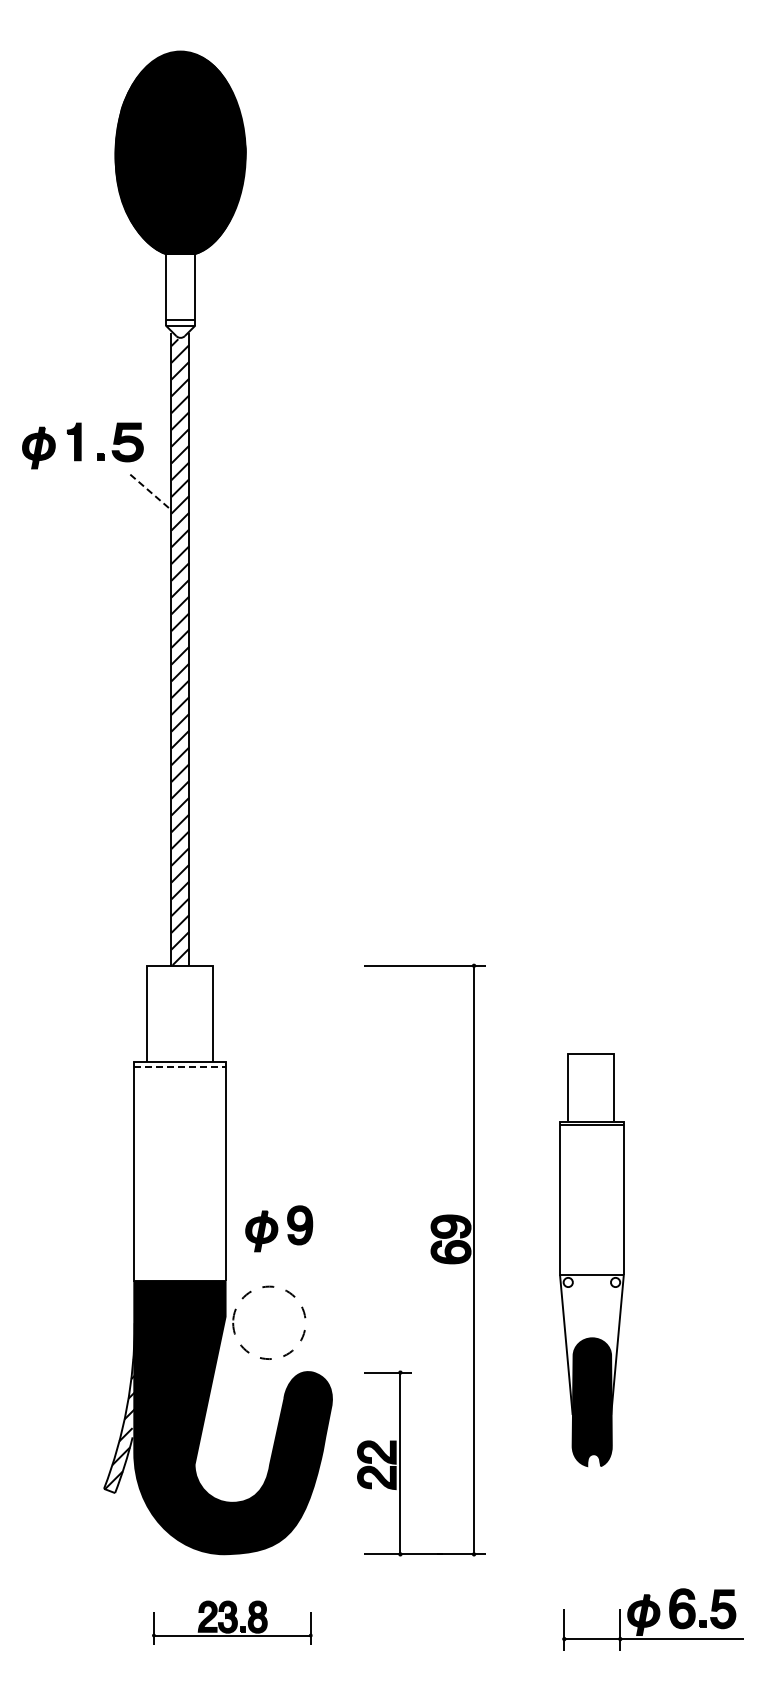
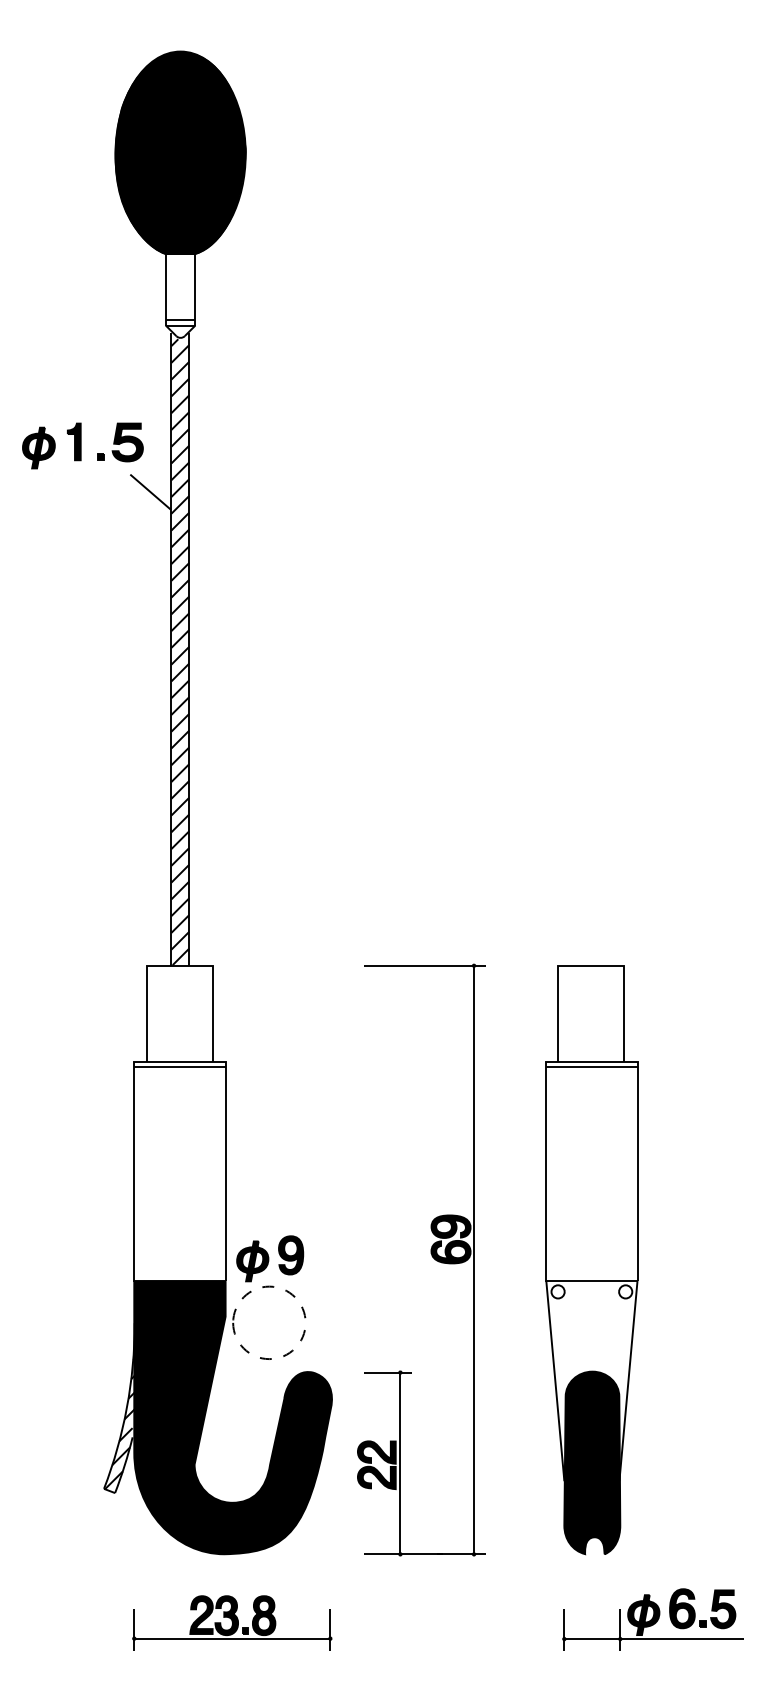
line at (150, 492): dashed -> solid
line at (179, 1067): dashed -> solid
part at (279, 1228) position: (279, 1228) -> (270, 1258)
part at (591, 1259) size: 66x414 px -> 94x591 px
part at (232, 1622) size: 161x45 px -> 201x56 px
